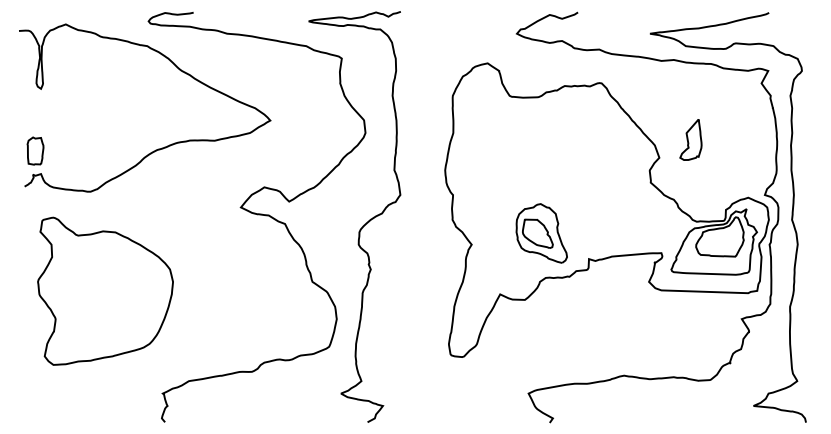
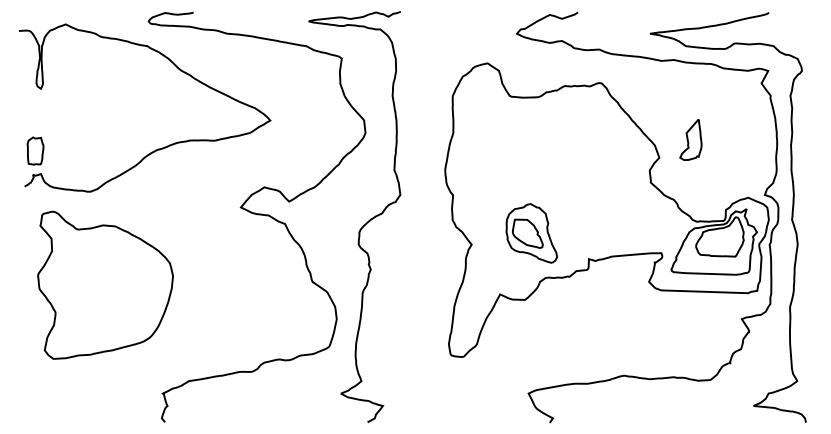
part at (541, 233) position: (541, 233) -> (531, 233)
part at (105, 290) position: (105, 290) -> (105, 284)
